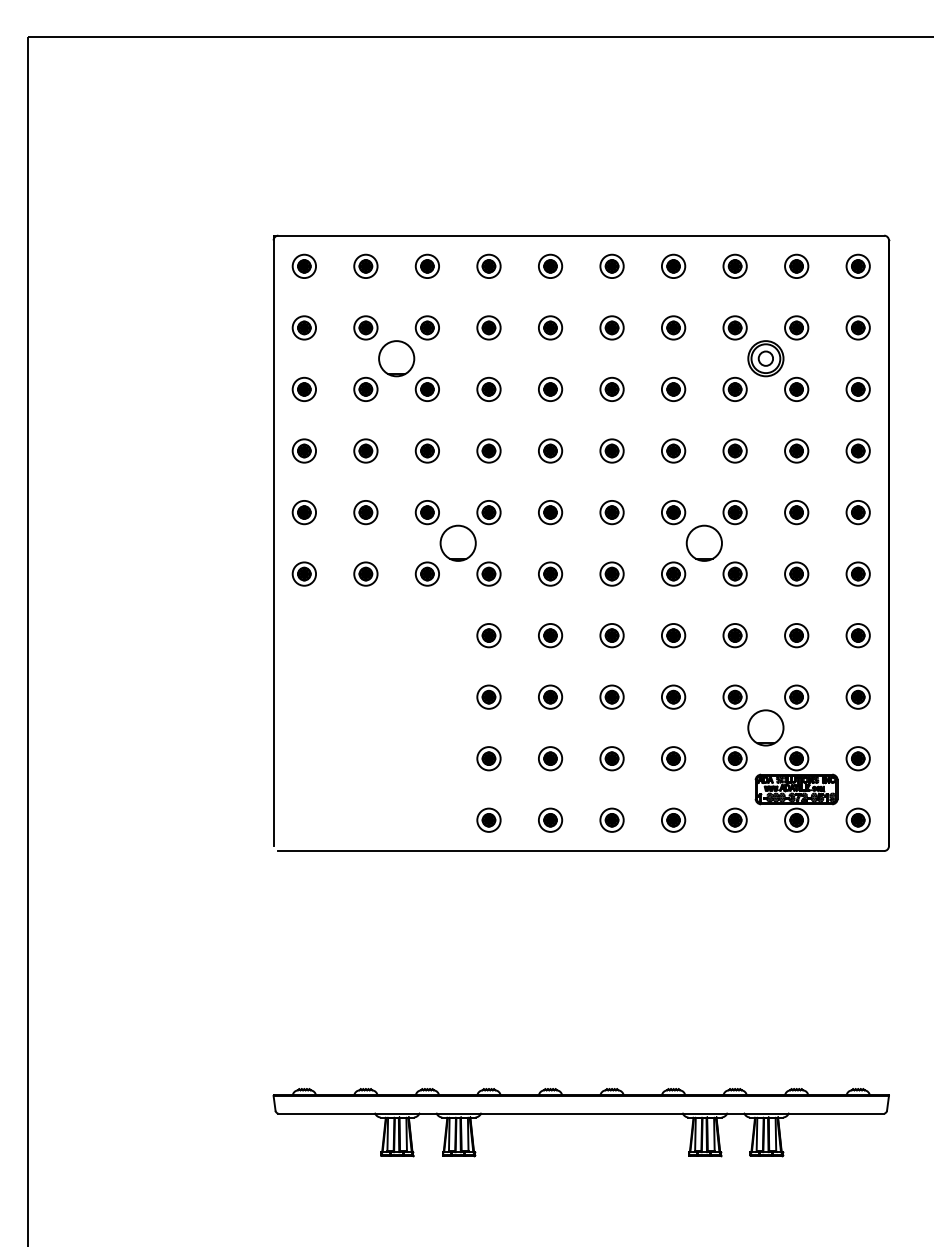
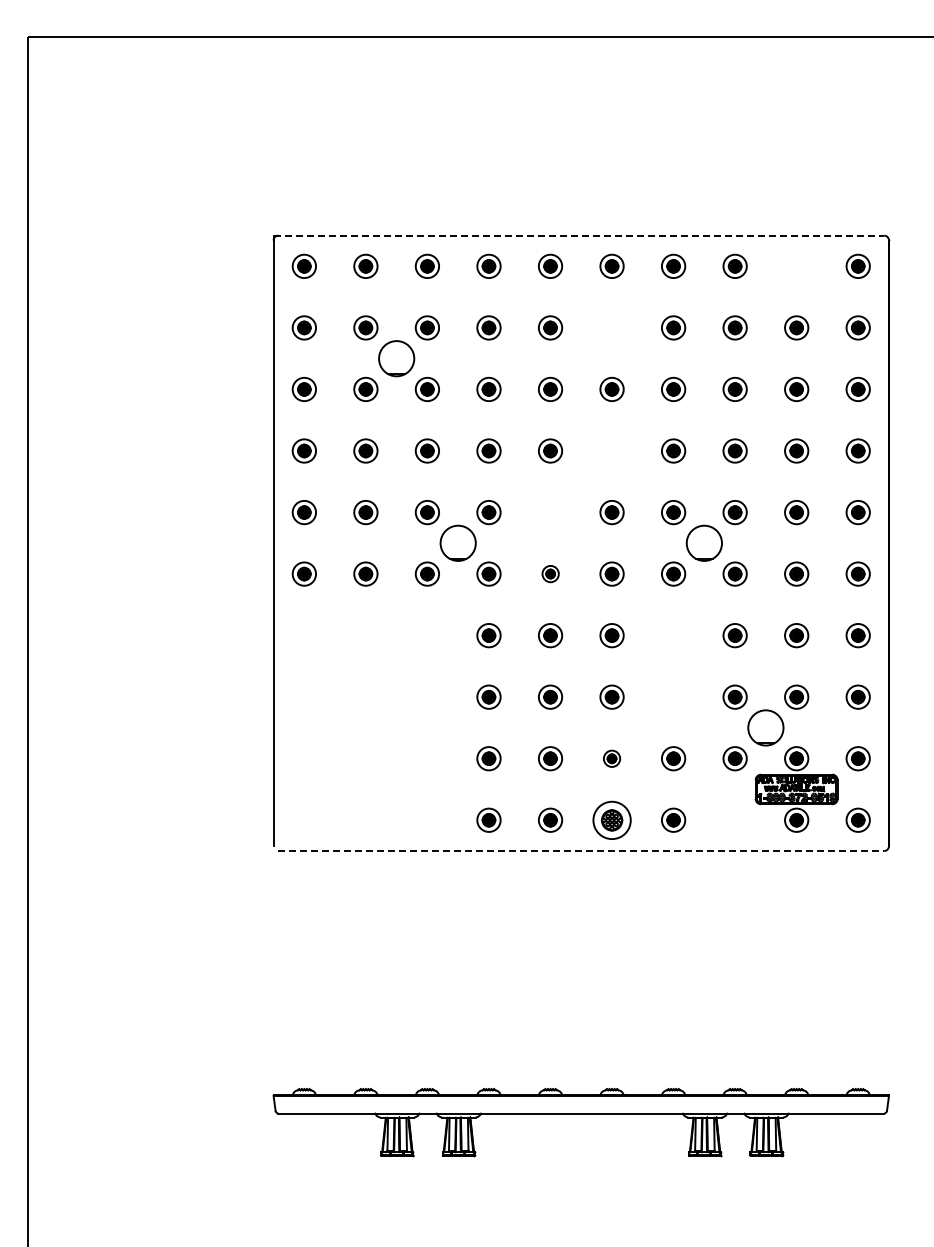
line at (579, 235): solid -> dashed
part at (796, 265): present -> none
part at (611, 327): present -> none
part at (765, 358): present -> none
part at (611, 450): present -> none
part at (550, 512): present -> none
part at (550, 573) size: 26x26 px -> 19x19 px
part at (673, 635): present -> none
part at (673, 696): present -> none
part at (611, 758) size: 26x26 px -> 19x19 px
part at (611, 819) size: 26x26 px -> 40x40 px
part at (734, 819): present -> none
line at (581, 851): solid -> dashed
